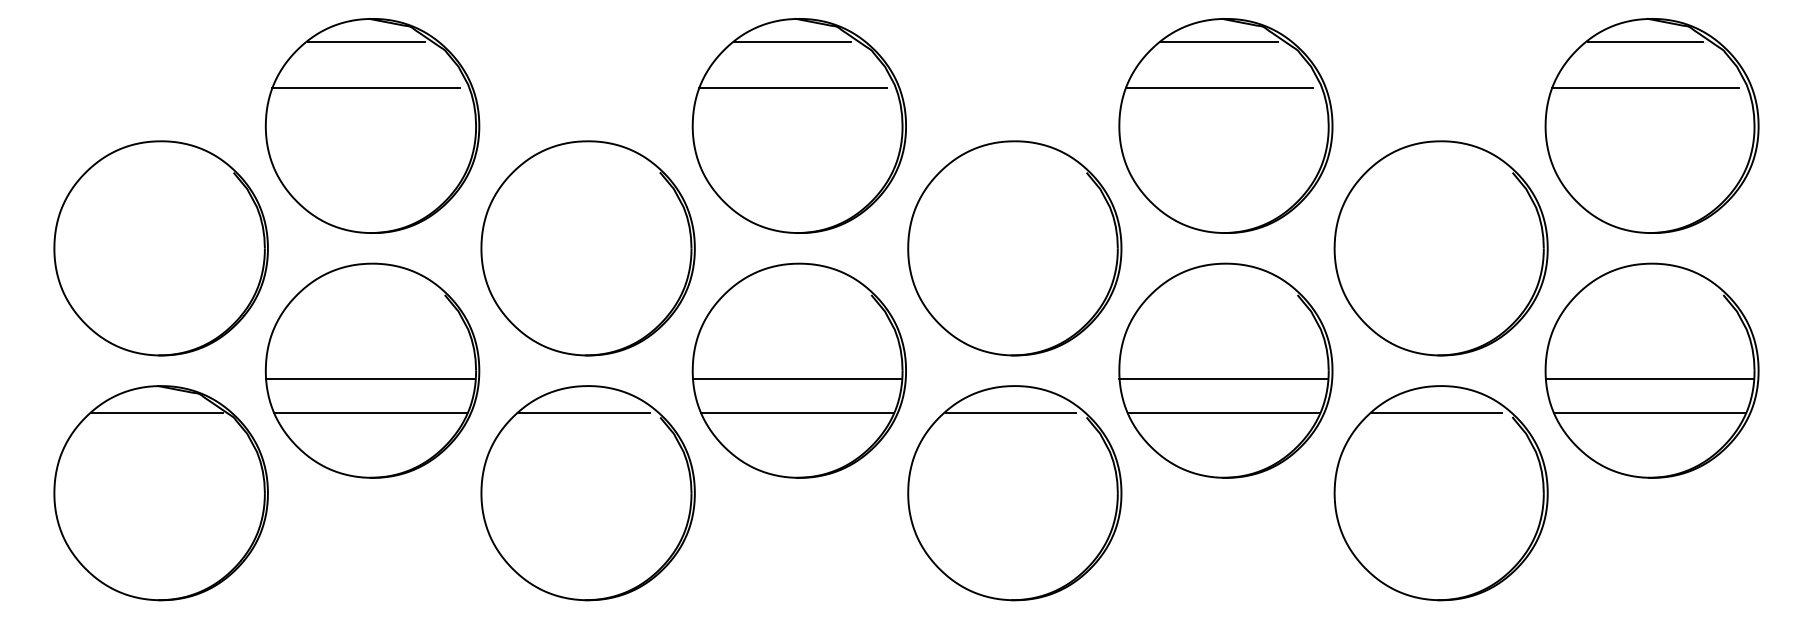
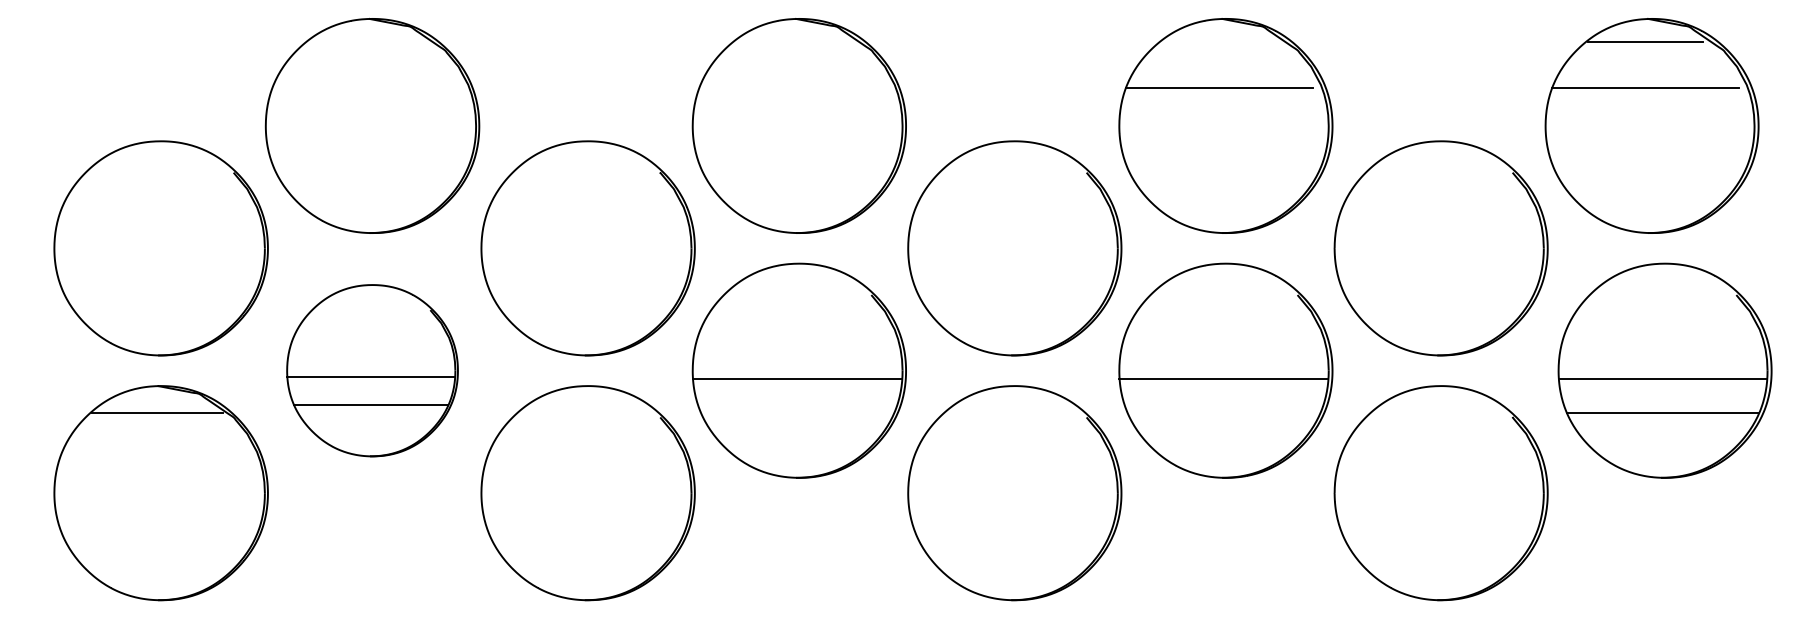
line at (365, 42): present -> none
line at (792, 42): present -> none
line at (1219, 42): present -> none
line at (366, 87): present -> none
line at (792, 87): present -> none
part at (372, 370) size: 217x217 px -> 173x174 px
part at (1651, 370) position: (1651, 370) -> (1664, 370)
line at (584, 413): present -> none
line at (797, 413): present -> none
line at (1010, 413): present -> none
line at (1223, 413): present -> none
line at (1437, 413): present -> none
